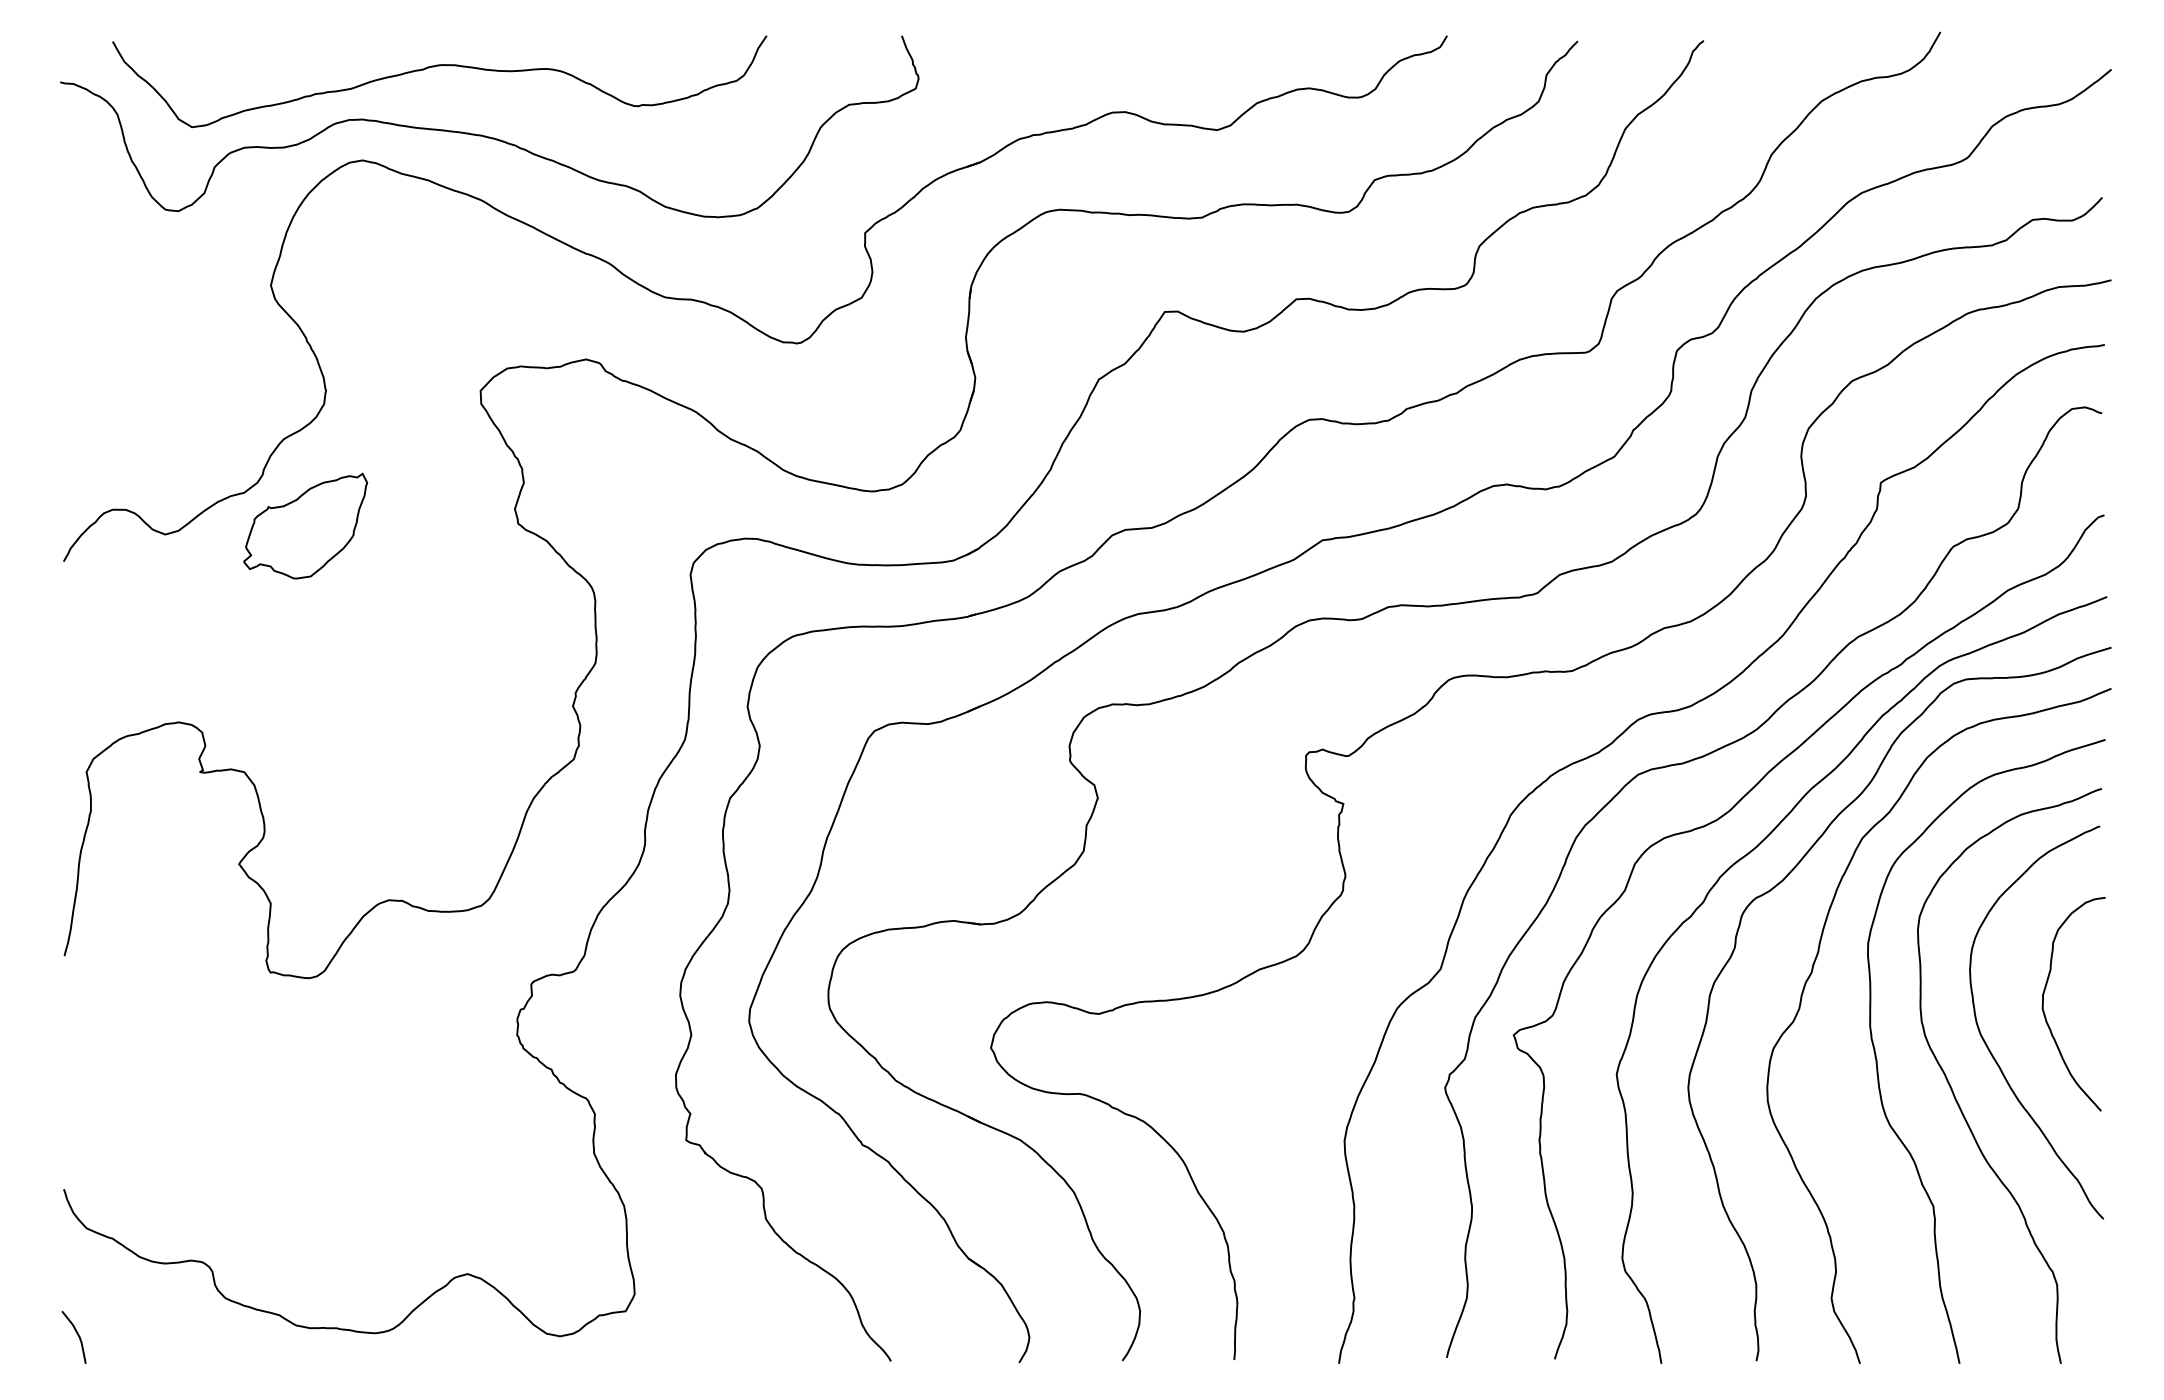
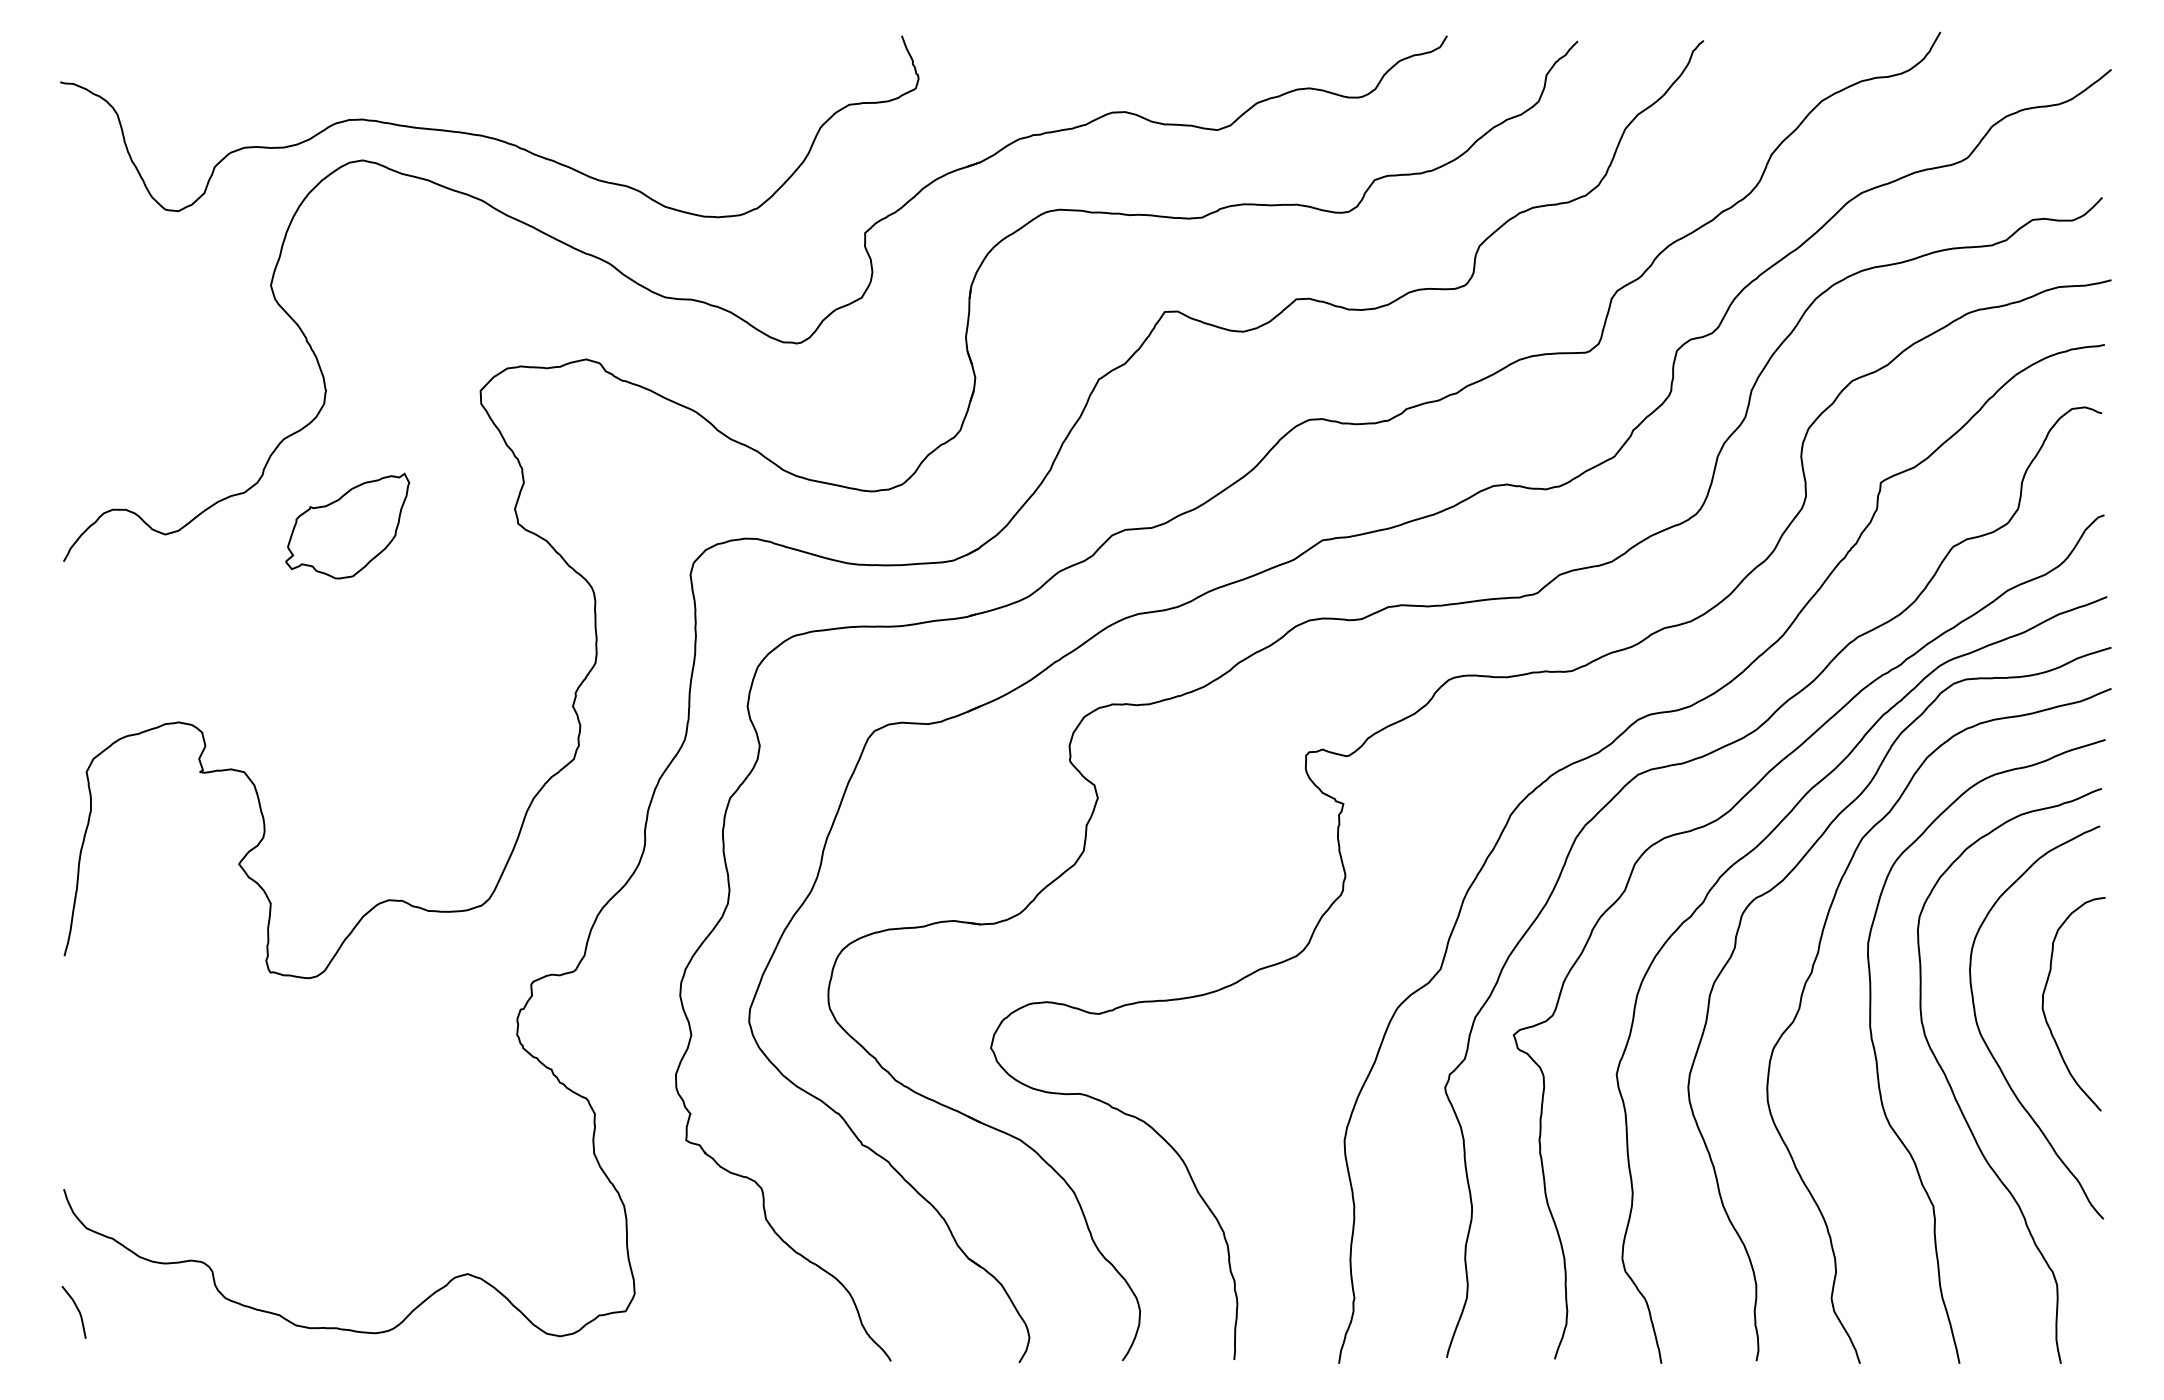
curve at (434, 67): present -> none
part at (305, 525) position: (305, 525) -> (347, 525)
curve at (77, 1335) position: (77, 1335) -> (77, 1310)
